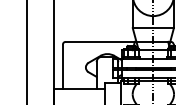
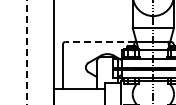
line at (100, 41): solid -> dashed
line at (26, 52): solid -> dashed
